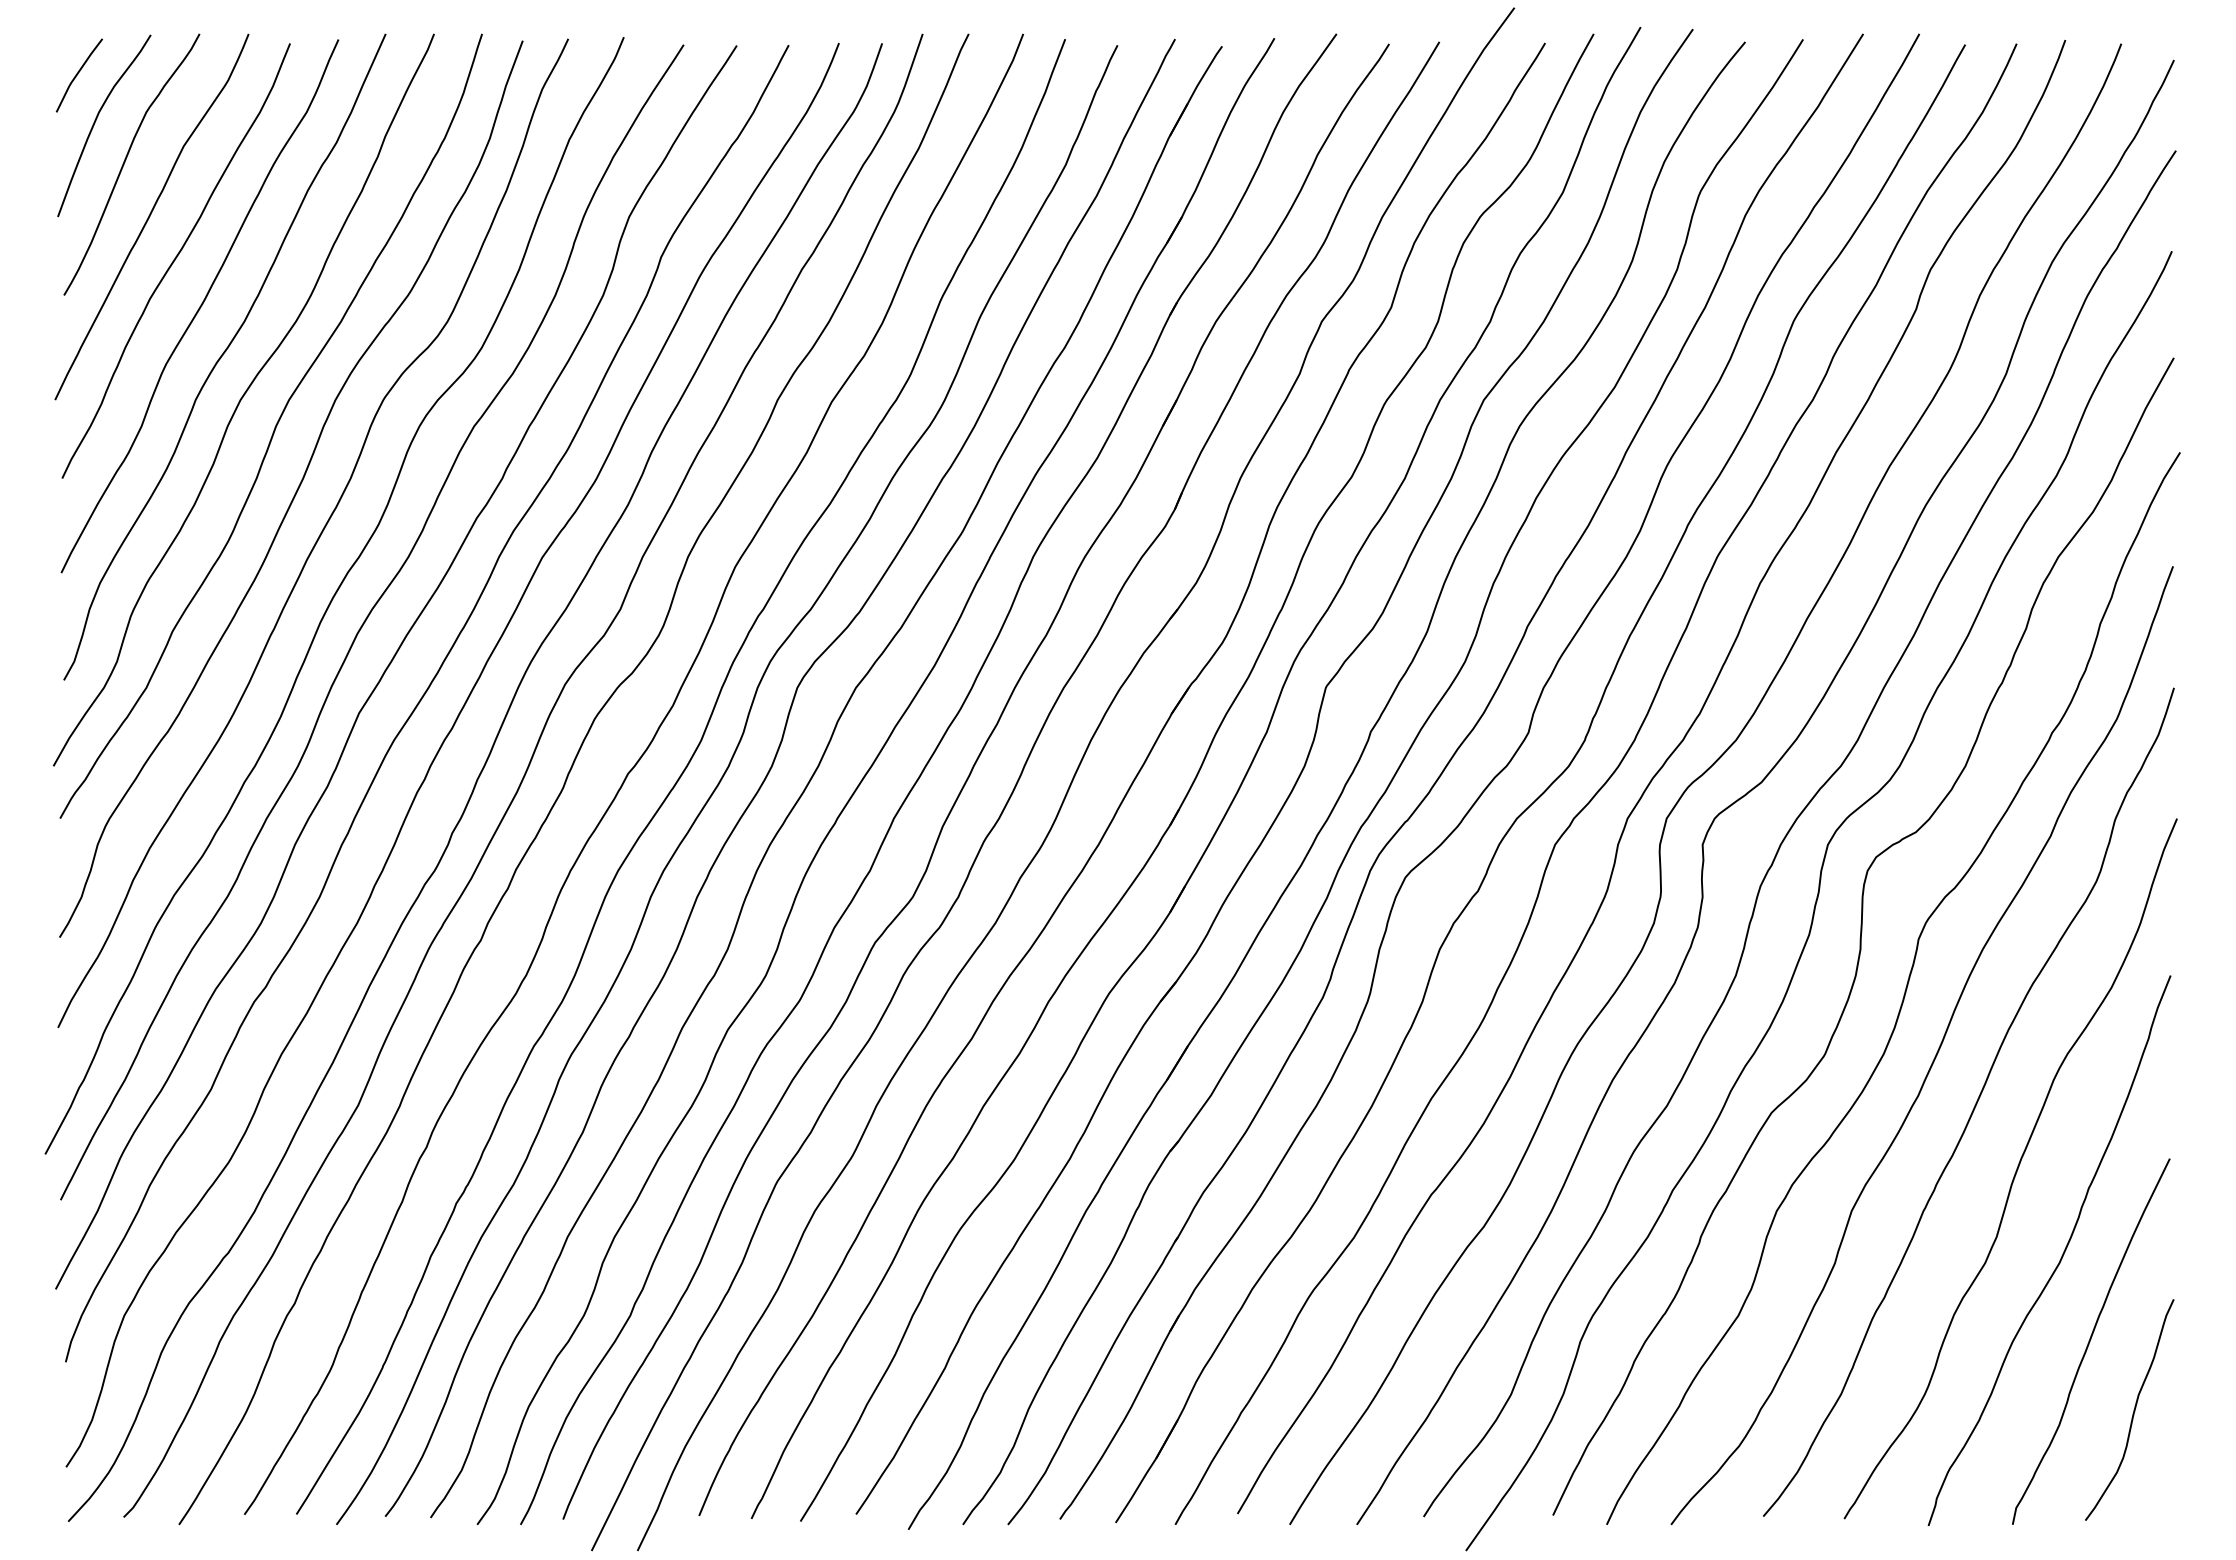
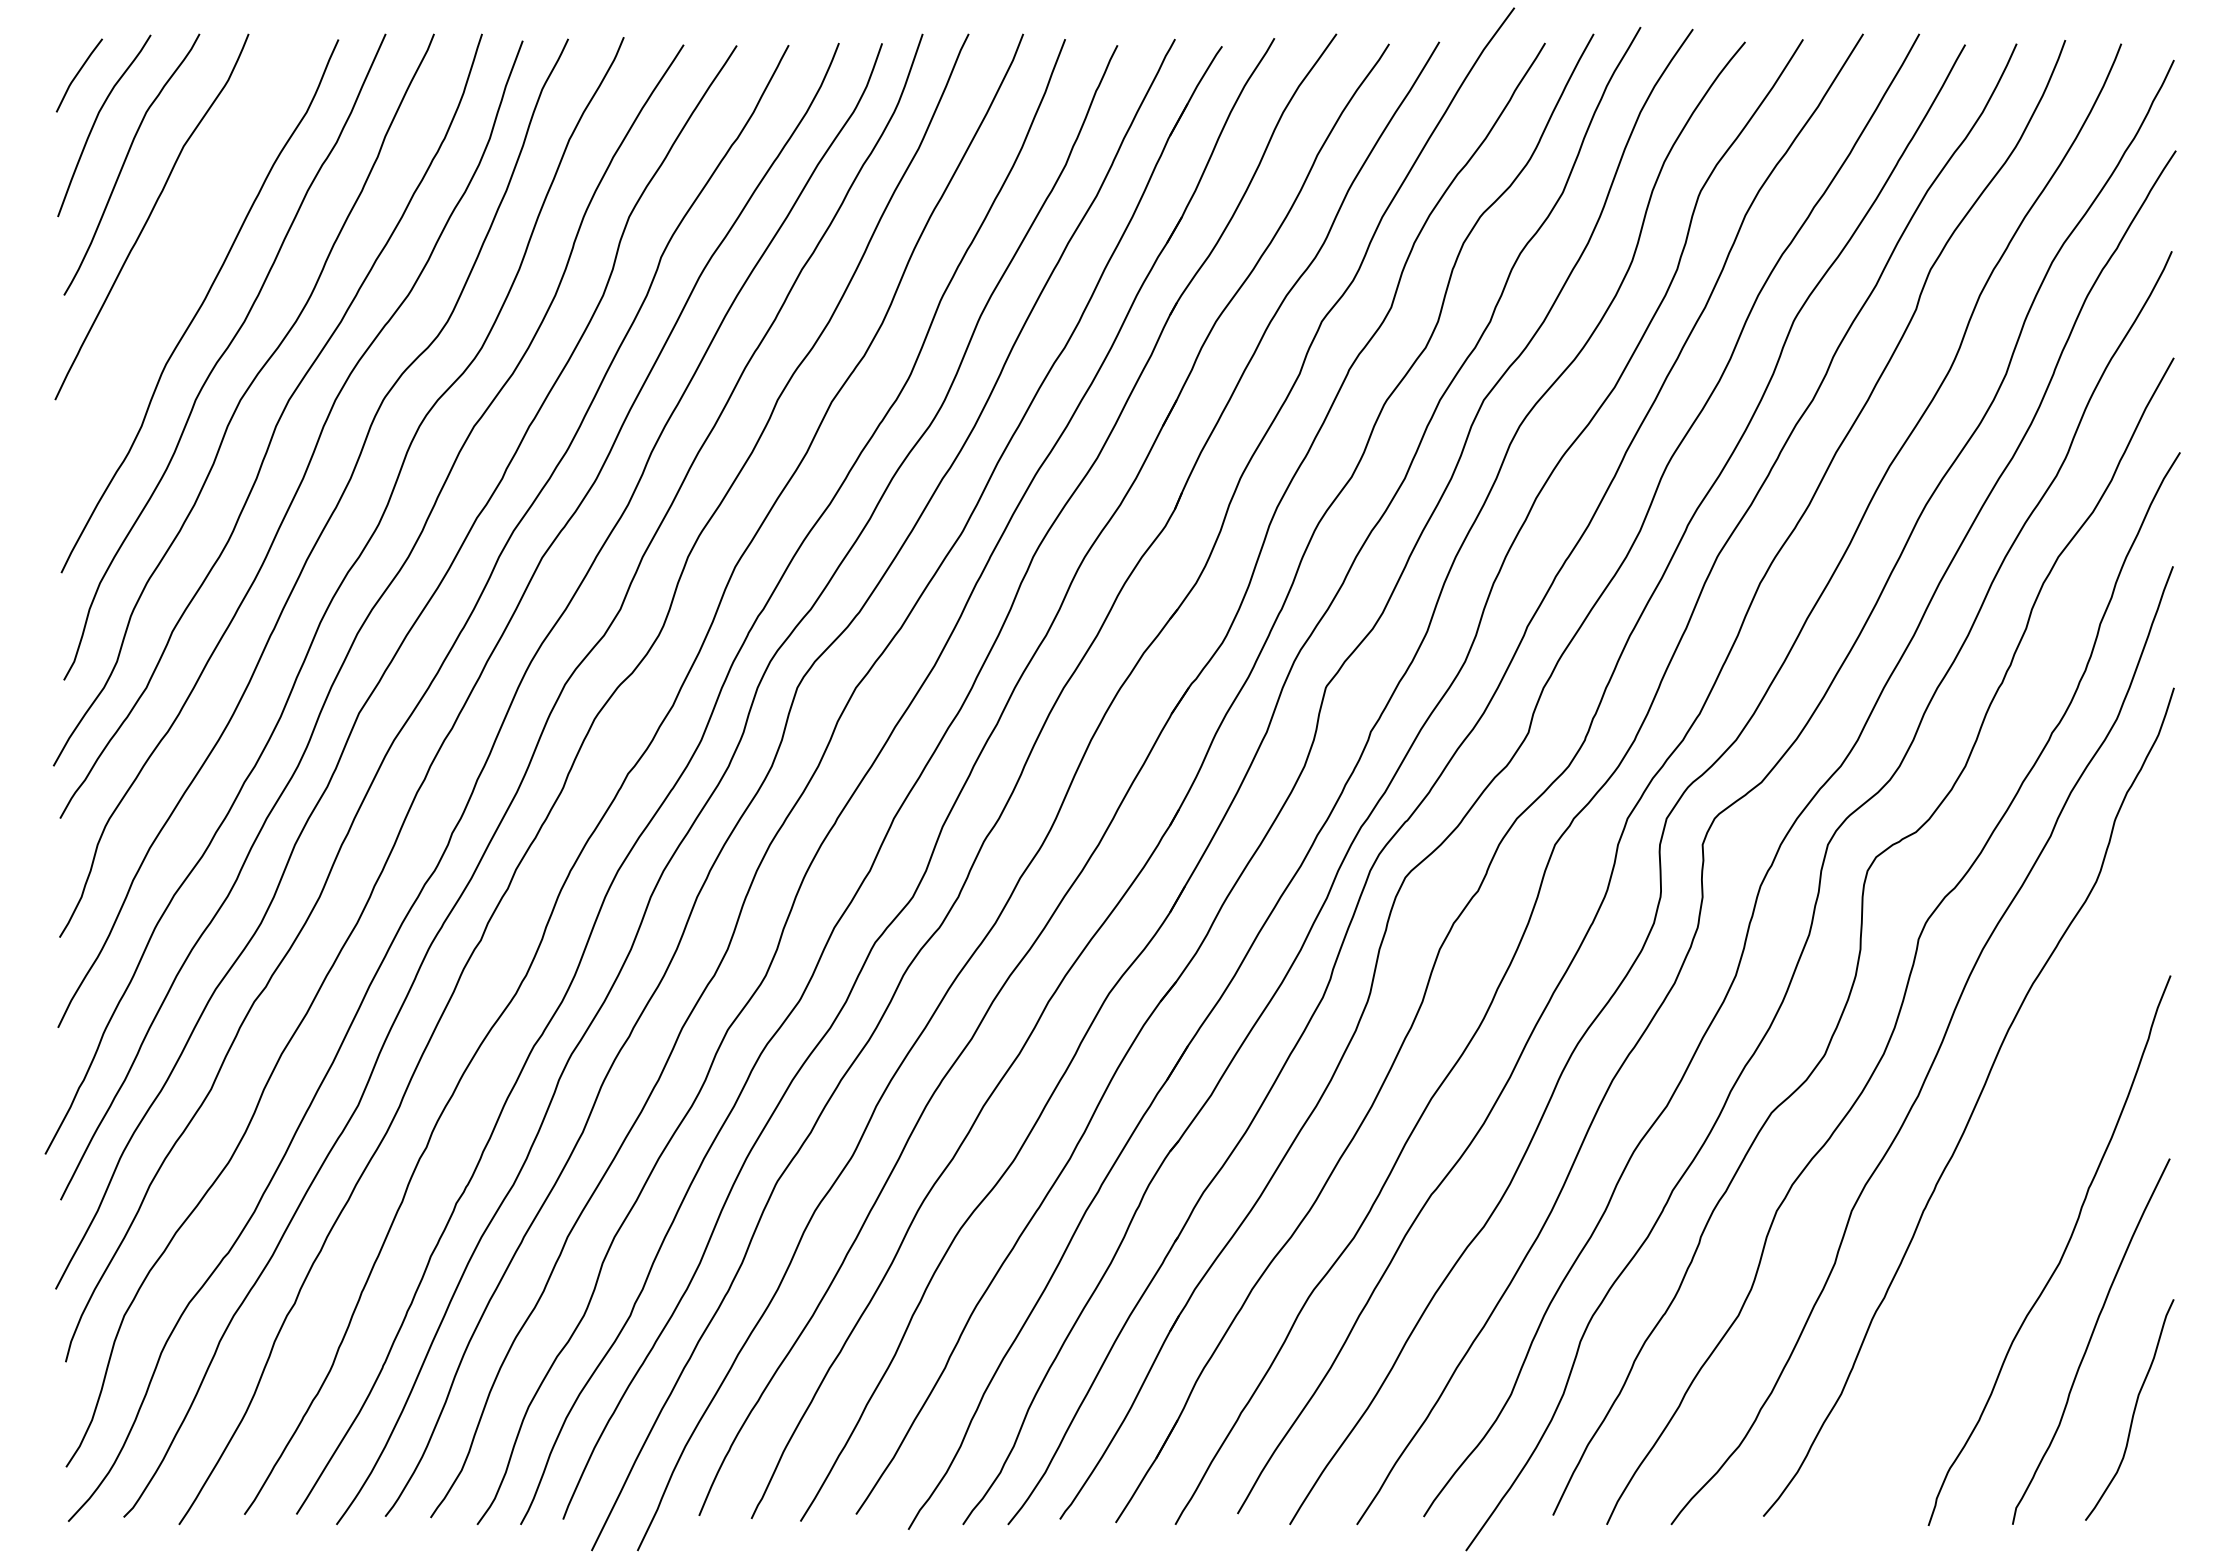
curve at (175, 260): present -> none
curve at (2015, 1171): present -> none
